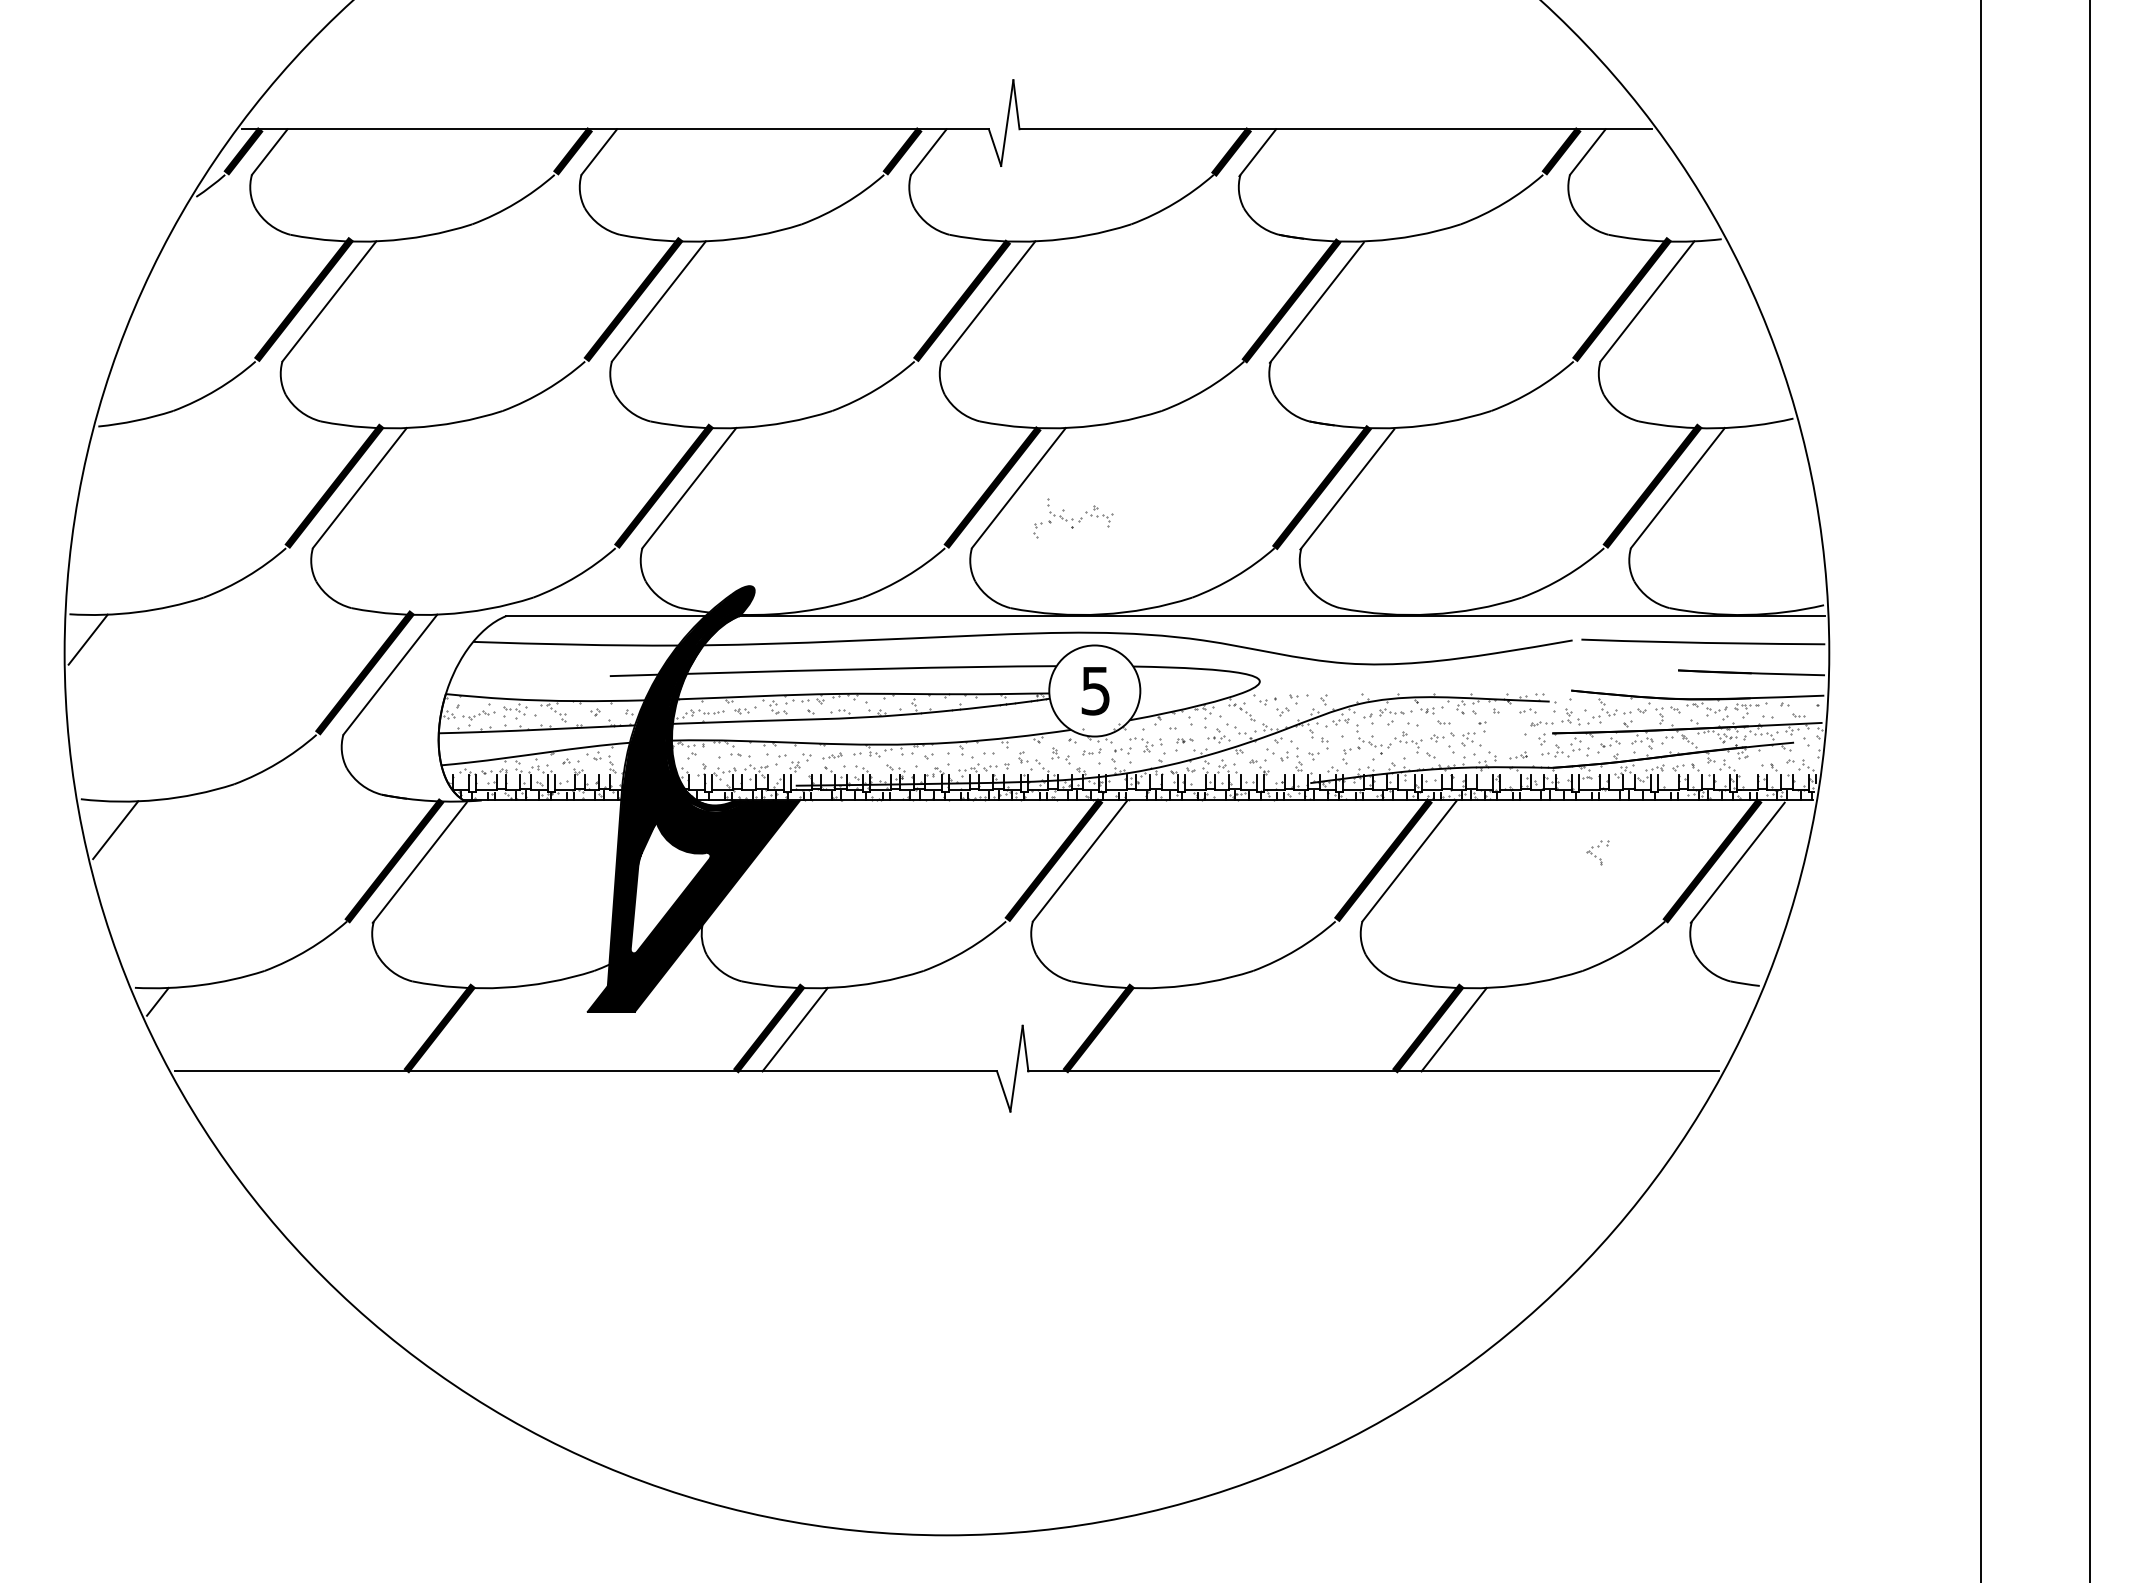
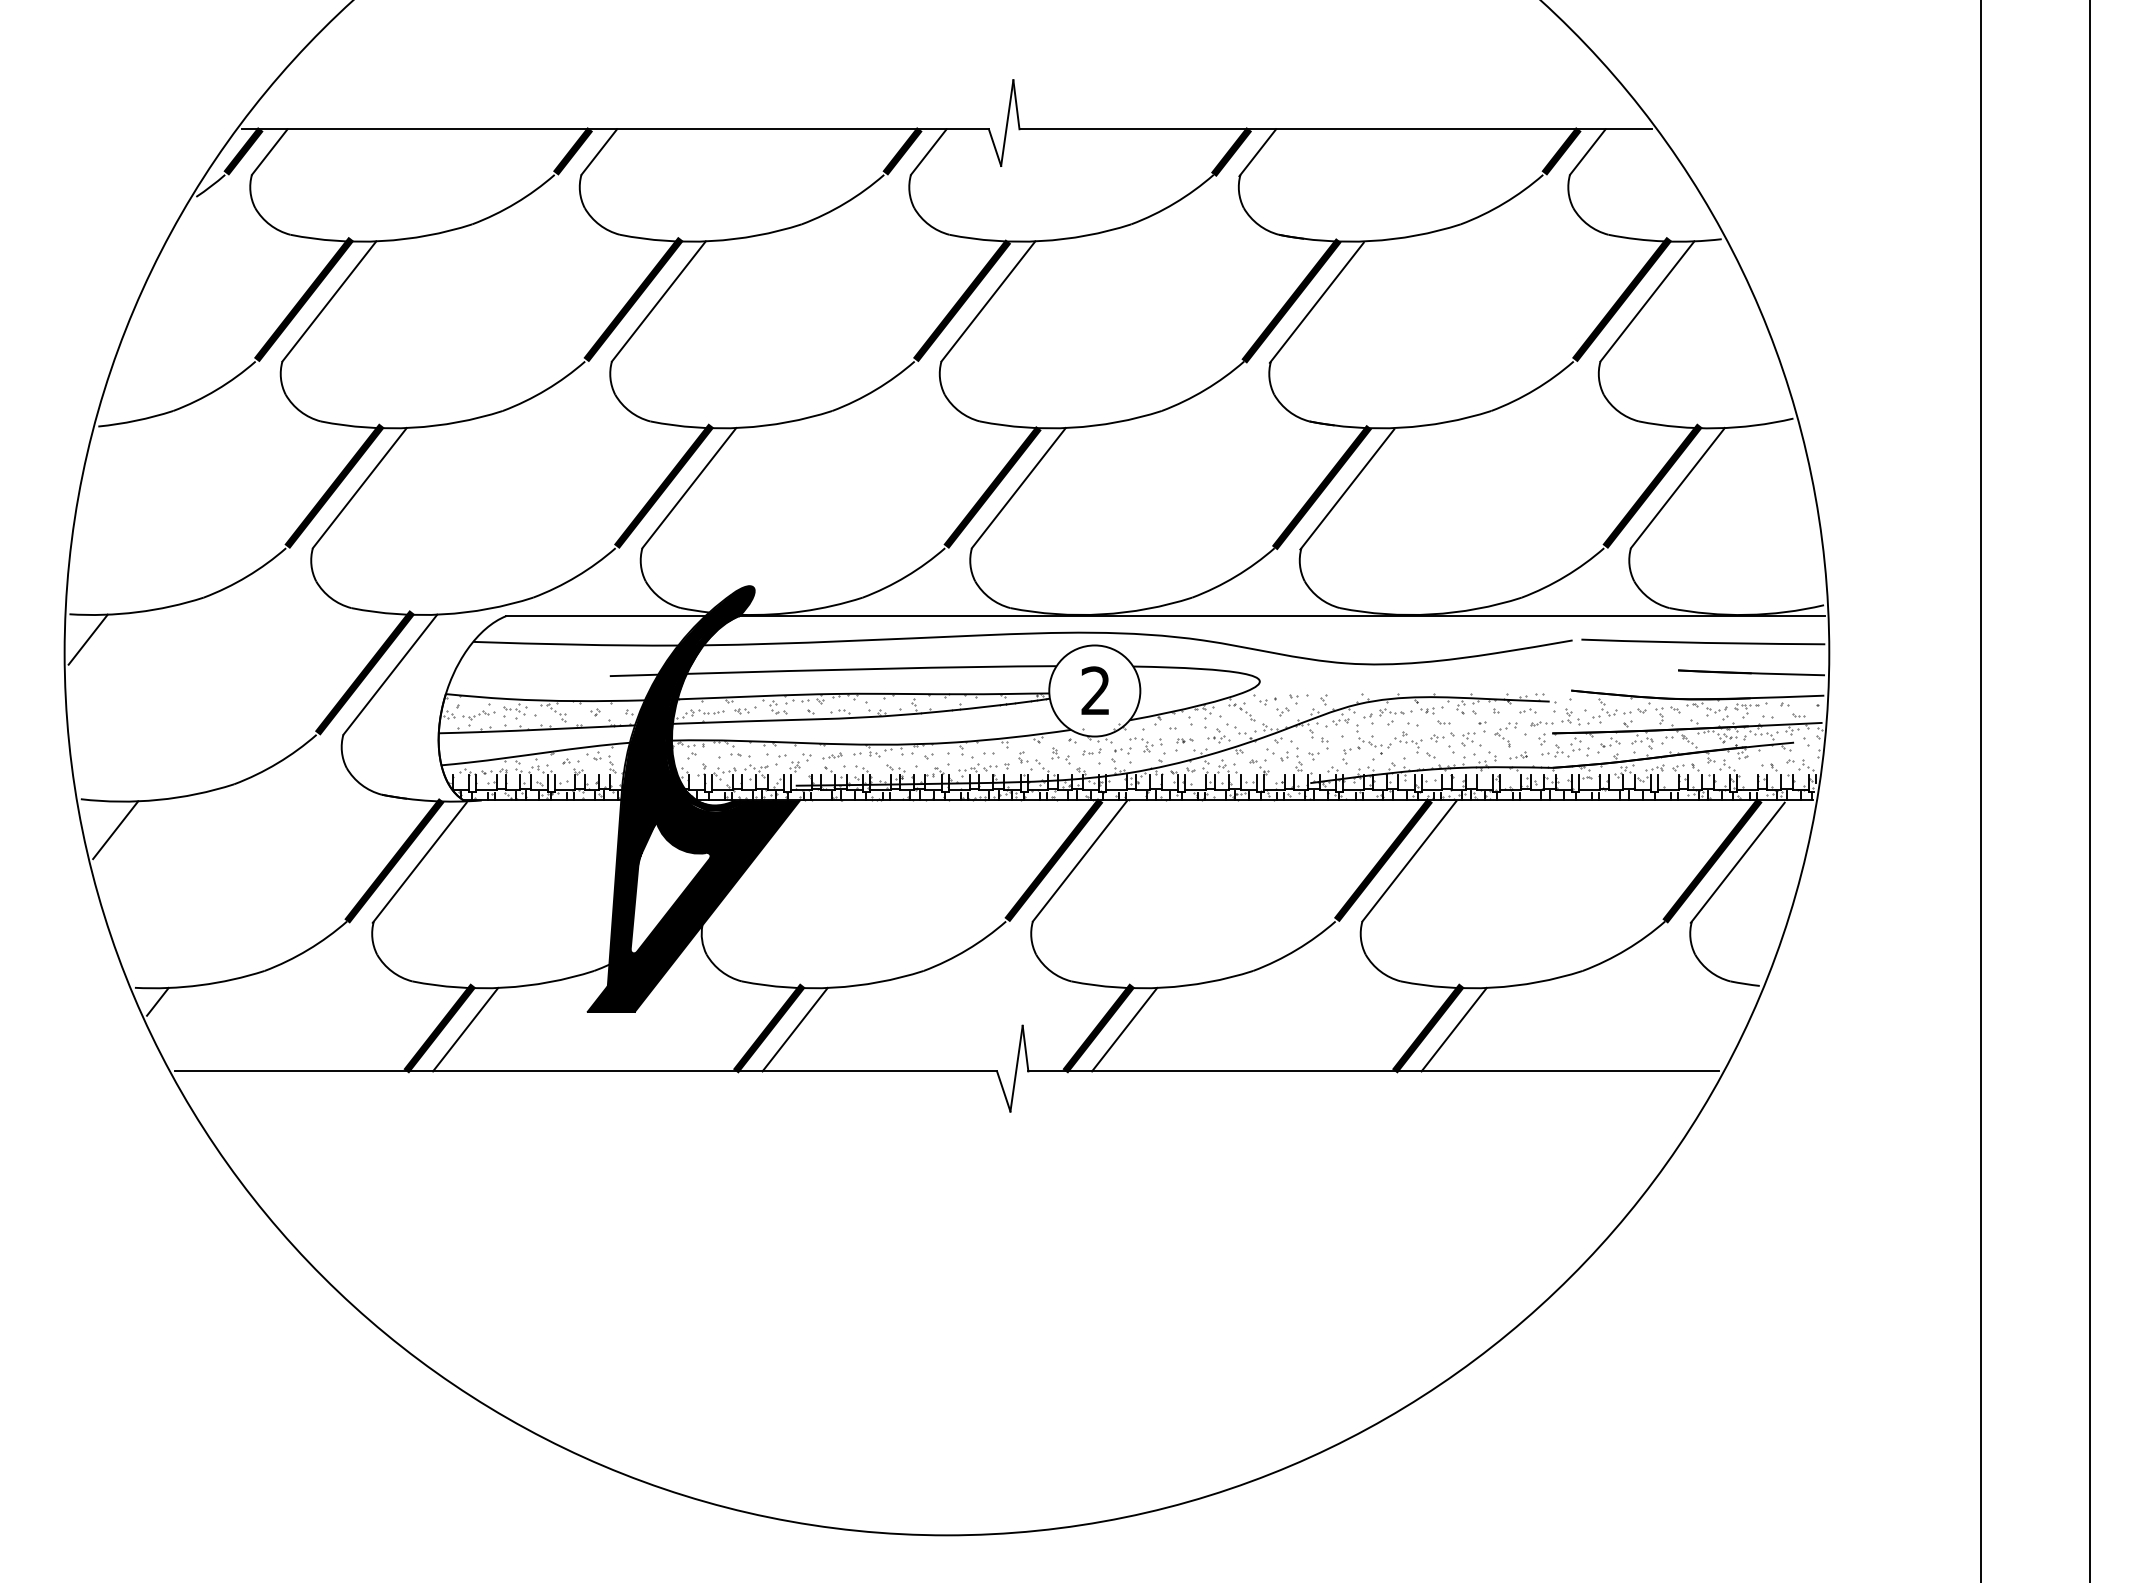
part at (1073, 518): present -> none
text at (1095, 690): 5 -> 2
part at (1597, 852) position: (1597, 852) -> (1505, 734)
line at (465, 1029): none -> present
line at (1124, 1029): none -> present
